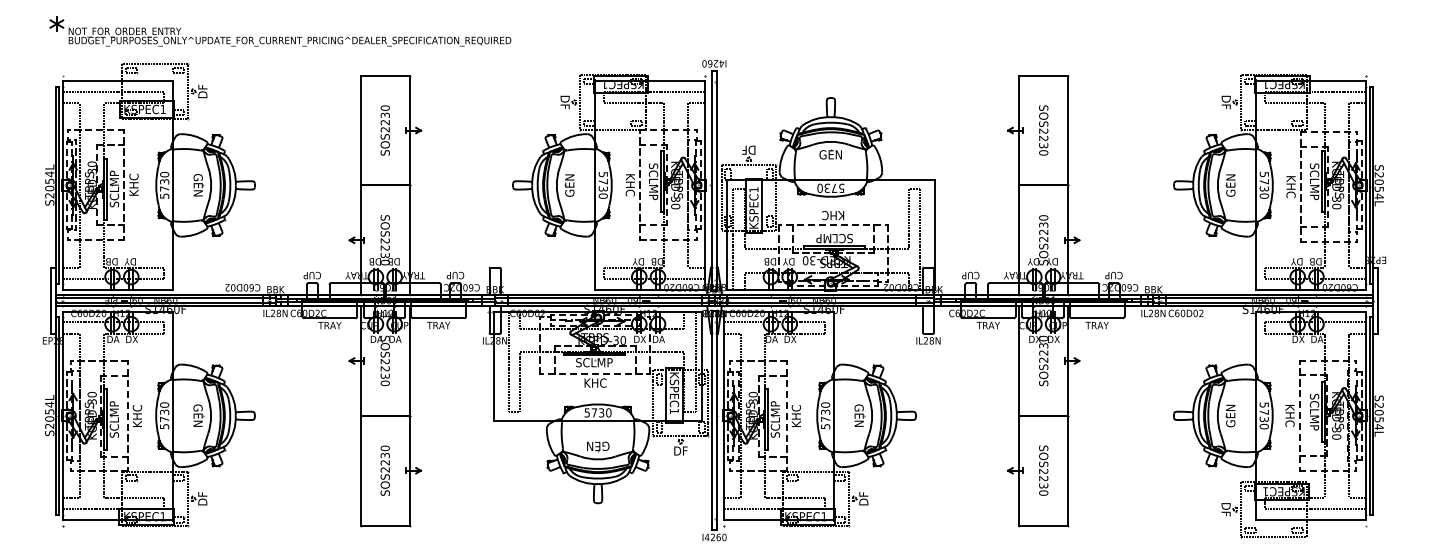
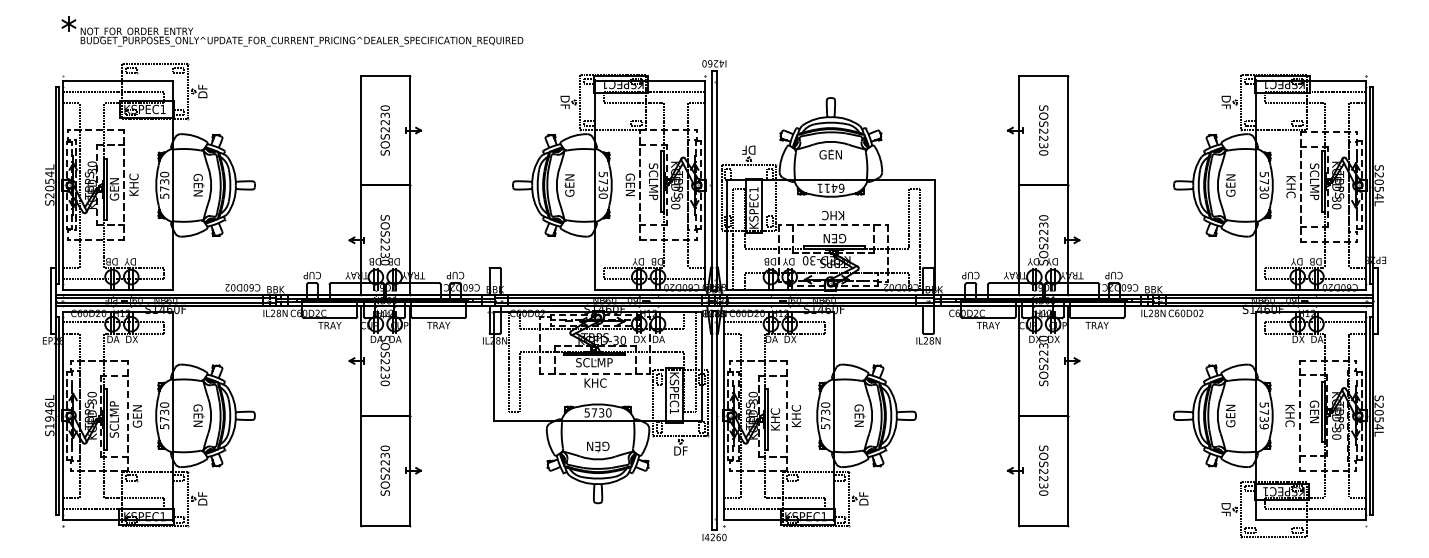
part at (280, 31) position: (280, 31) -> (292, 31)
text at (630, 184): KHC -> GEN
text at (830, 187): 5730 -> 6411
text at (114, 188): SCLMP -> GEN
text at (834, 238): SCLMP -> GEN
text at (1314, 412): SCLMP -> GEN
text at (49, 415): S2054L -> S1946L
text at (137, 416): KHC -> GEN
text at (775, 419): SCLMP -> KHC
text at (1263, 426): 5730 -> 5739
